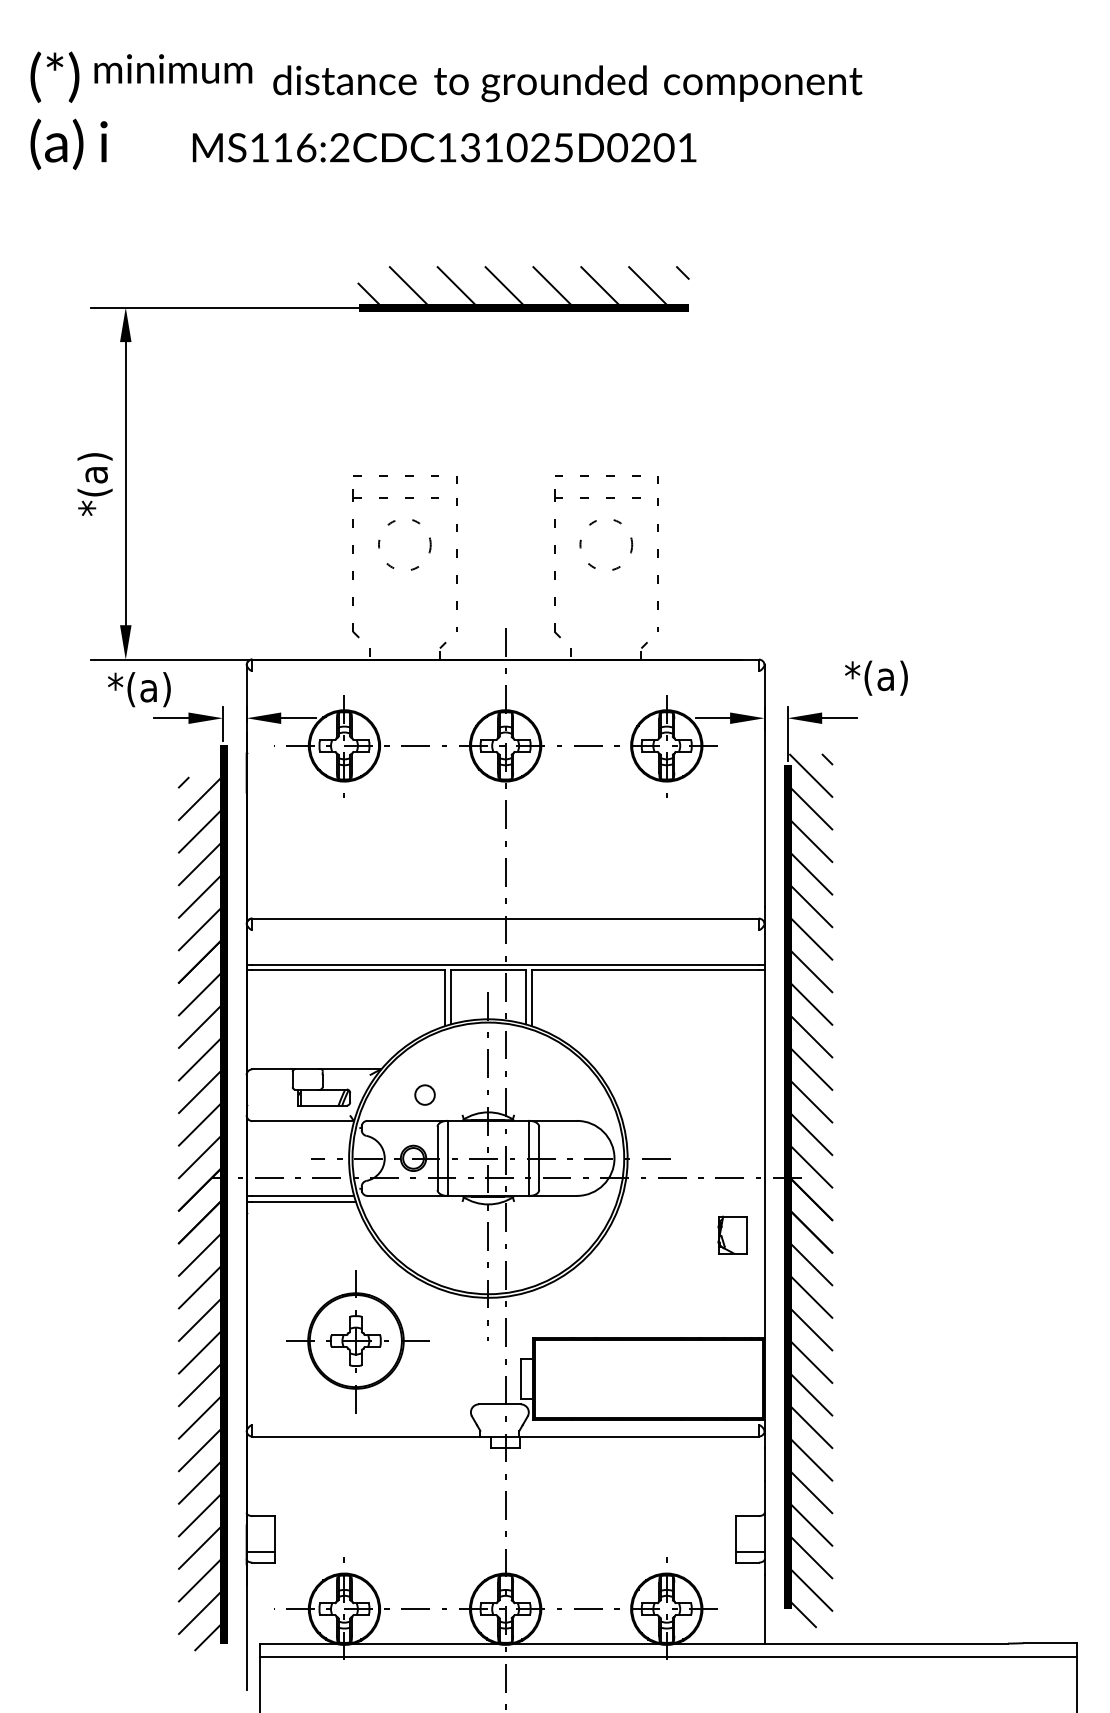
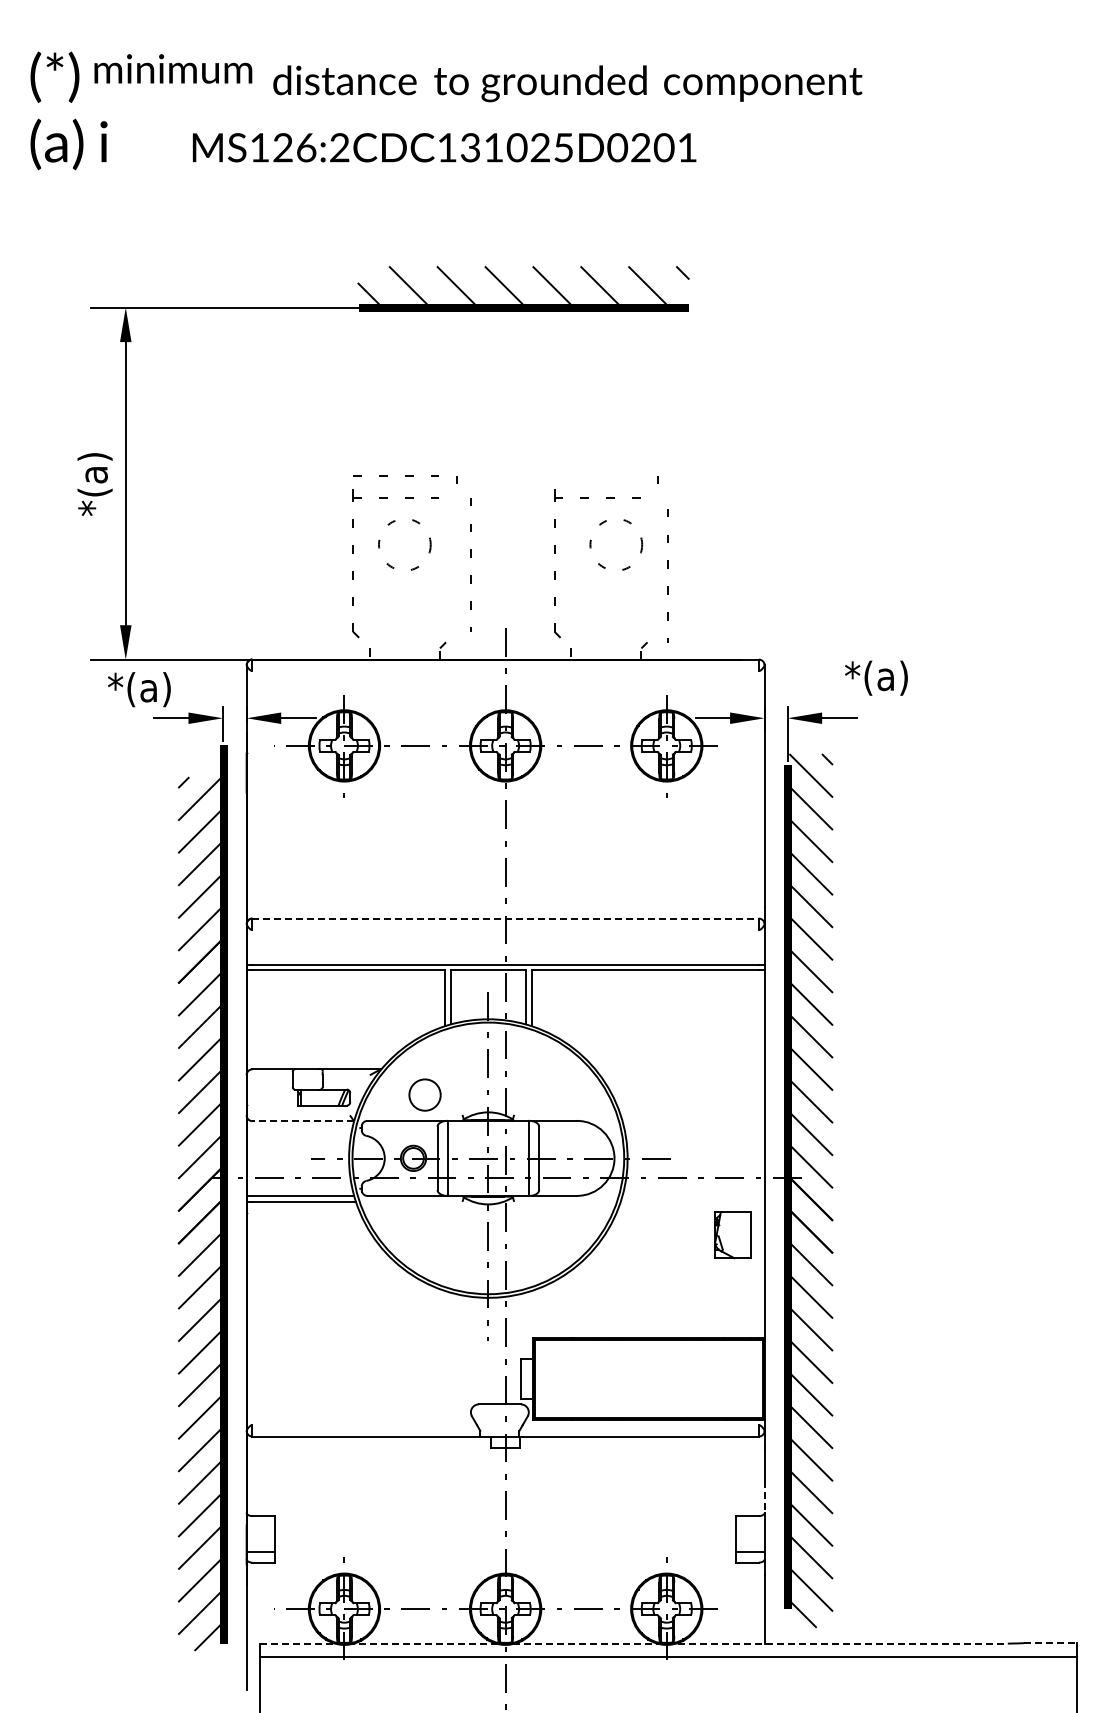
text at (282, 147): MS116:2CDC131025D0201 -> MS126:2CDC131025D0201
line at (588, 475): present -> none
circle at (606, 544) position: (606, 544) -> (616, 544)
line at (456, 557) position: (456, 557) -> (470, 557)
line at (657, 557) position: (657, 557) -> (667, 568)
line at (506, 918): solid -> dashed
circle at (424, 1094) diameter: 20 px -> 31 px
line at (303, 1121): solid -> dashed
part at (732, 1234) size: 31x40 px -> 38x49 px
part at (357, 1341): present -> none
line at (764, 1497): solid -> dashed
line at (634, 1643): solid -> dashed
line at (1051, 1643): solid -> dashed
